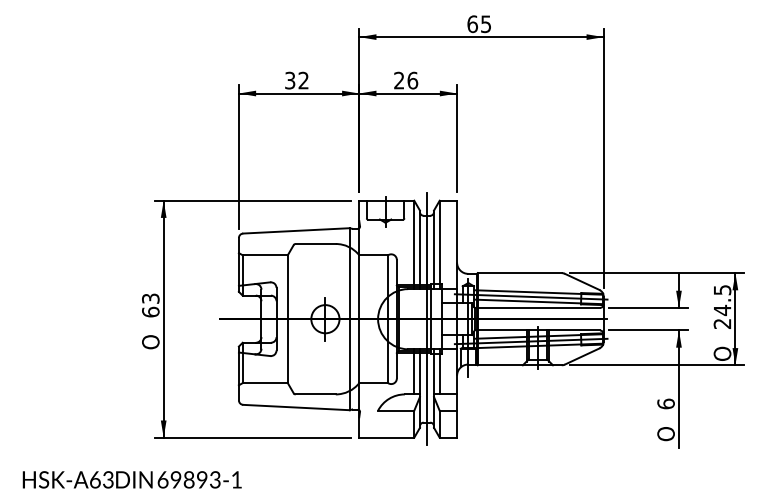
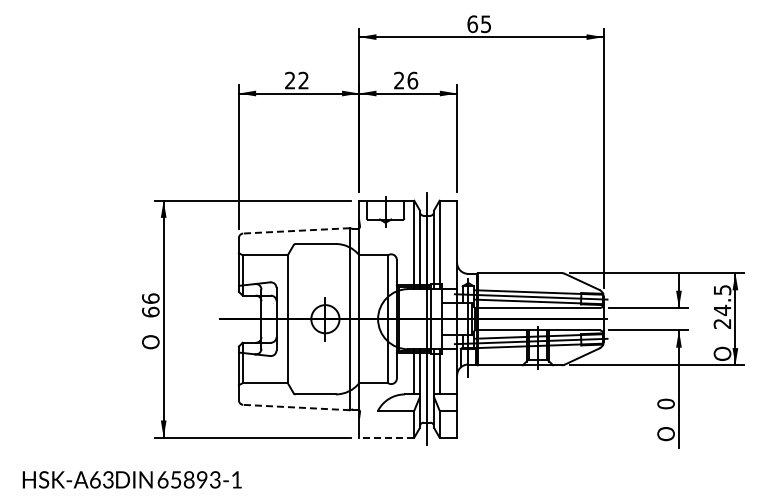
text at (290, 80): 32 -> 22
line at (296, 230): solid -> dashed
text at (150, 298): 63 -> 66
text at (665, 403): 6 -> 0
line at (296, 407): solid -> dashed
line at (386, 437): solid -> dashed
text at (175, 479): 69893-1 -> 65893-1
